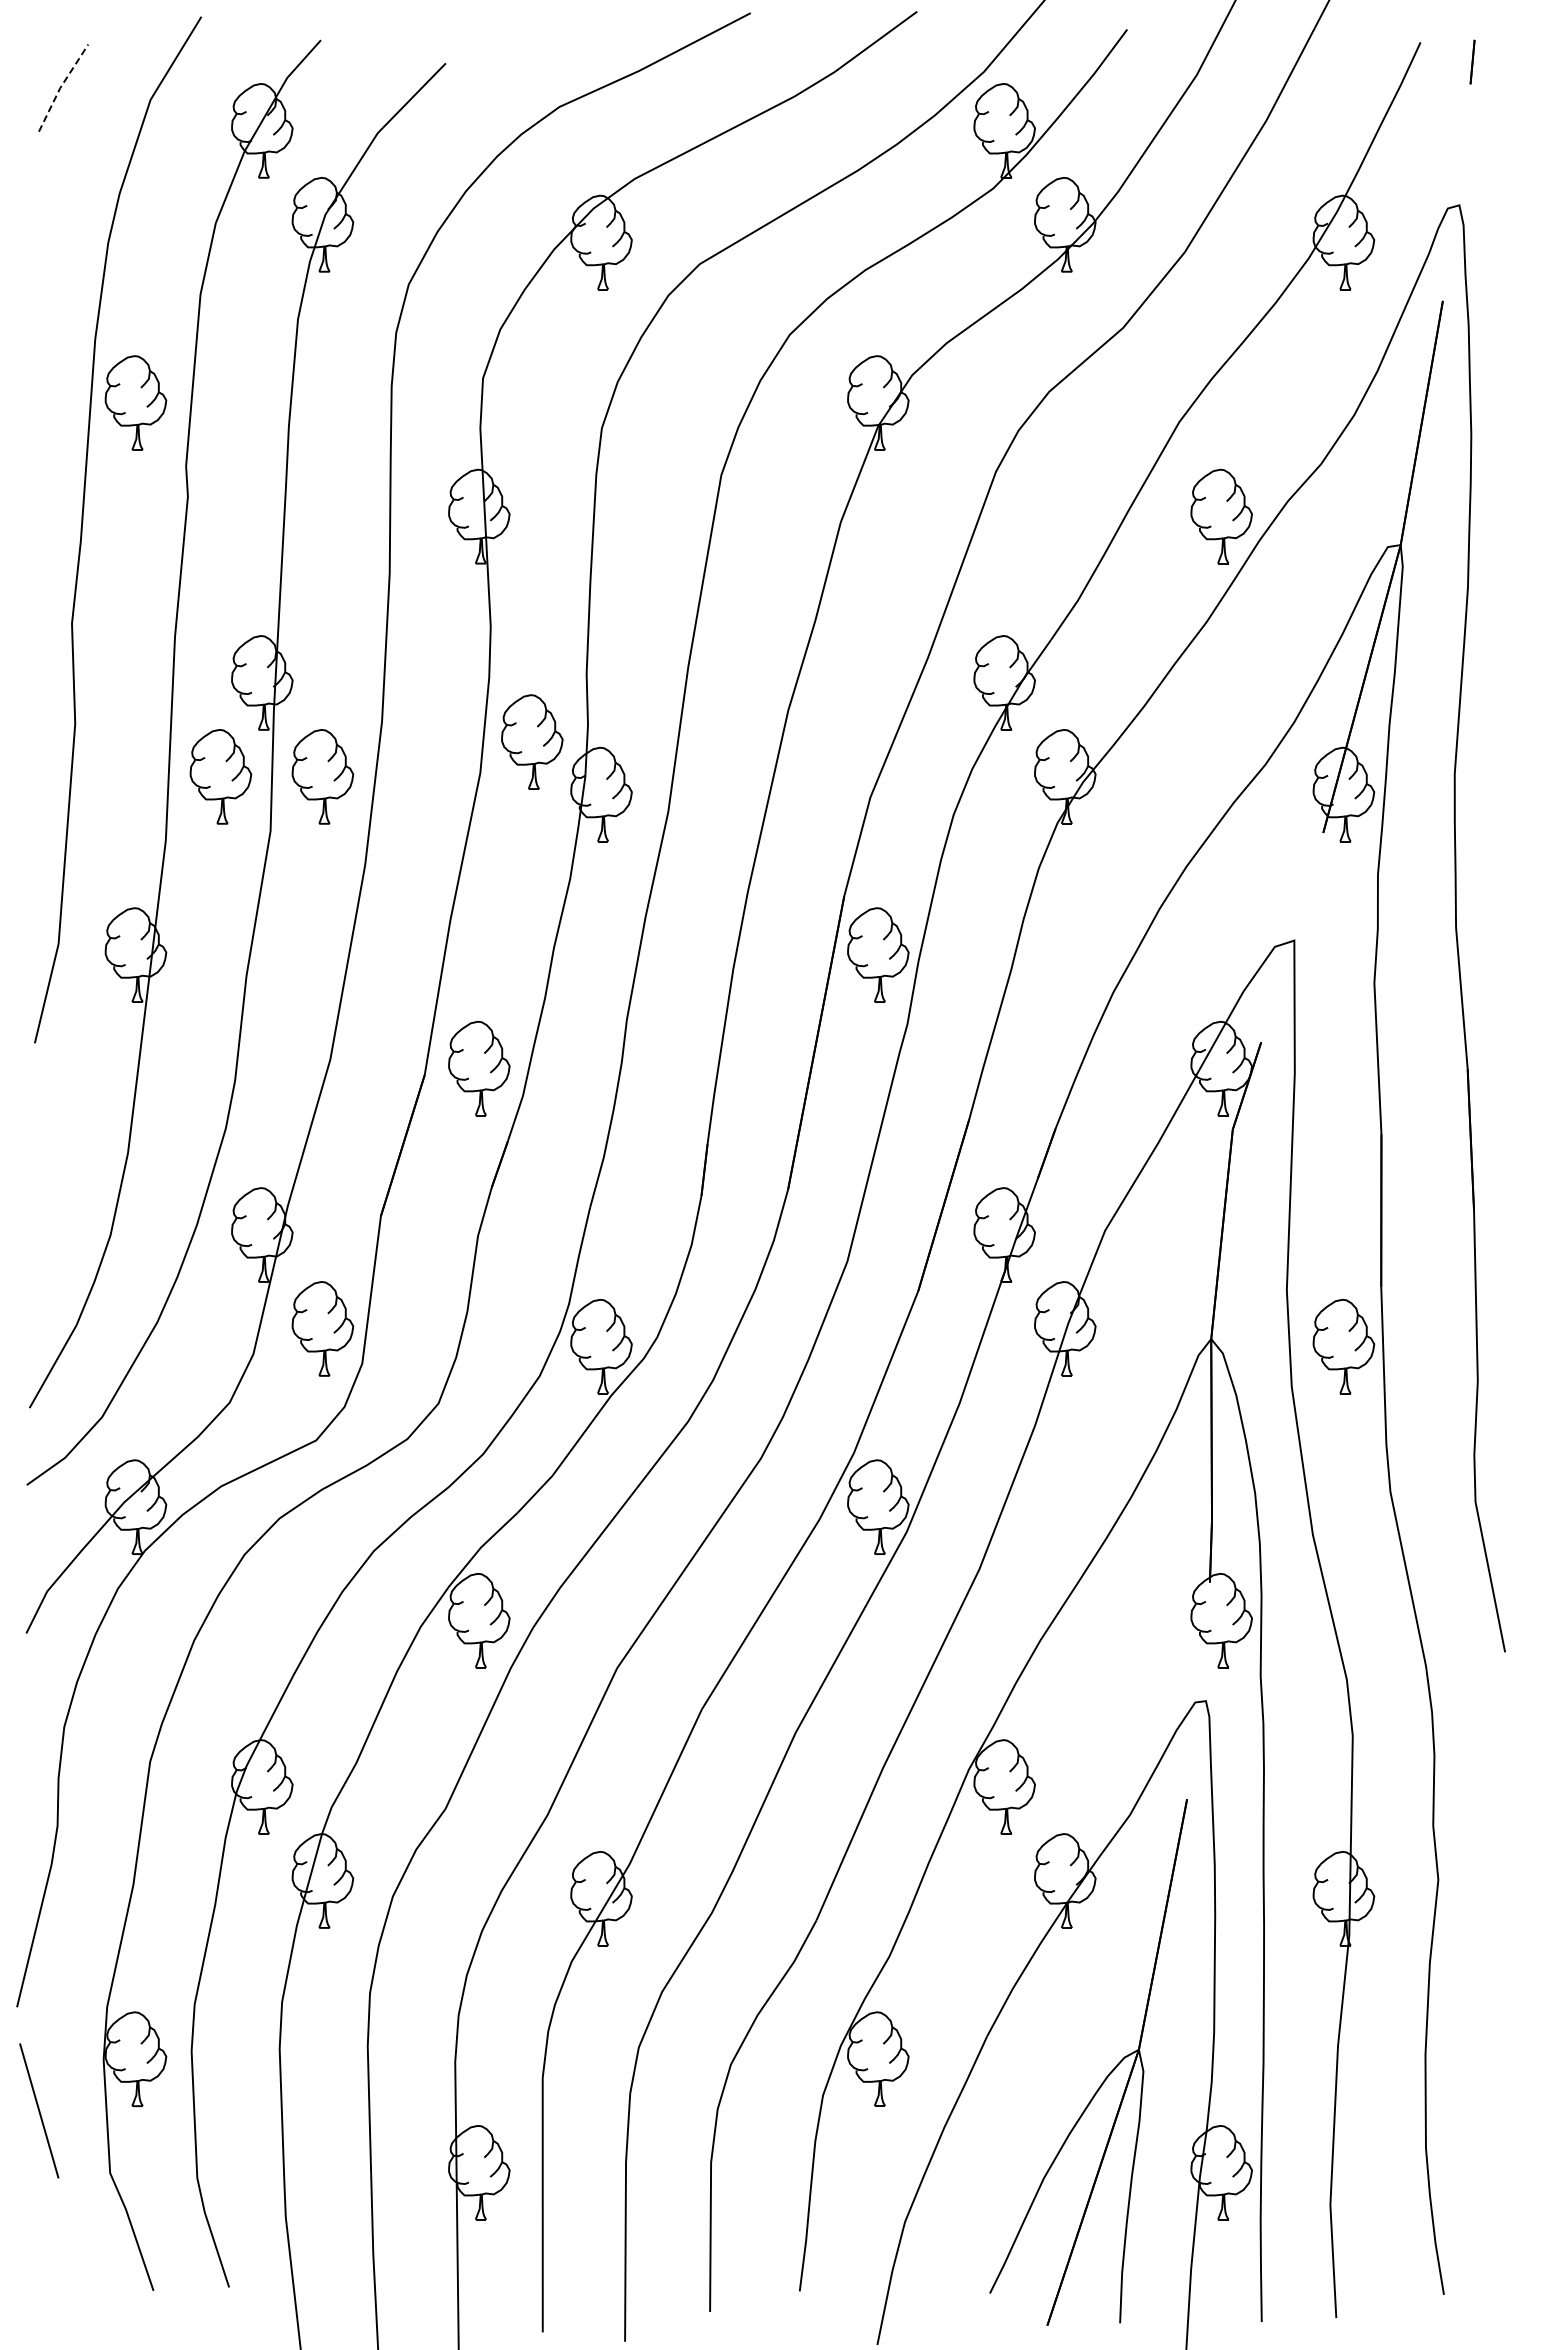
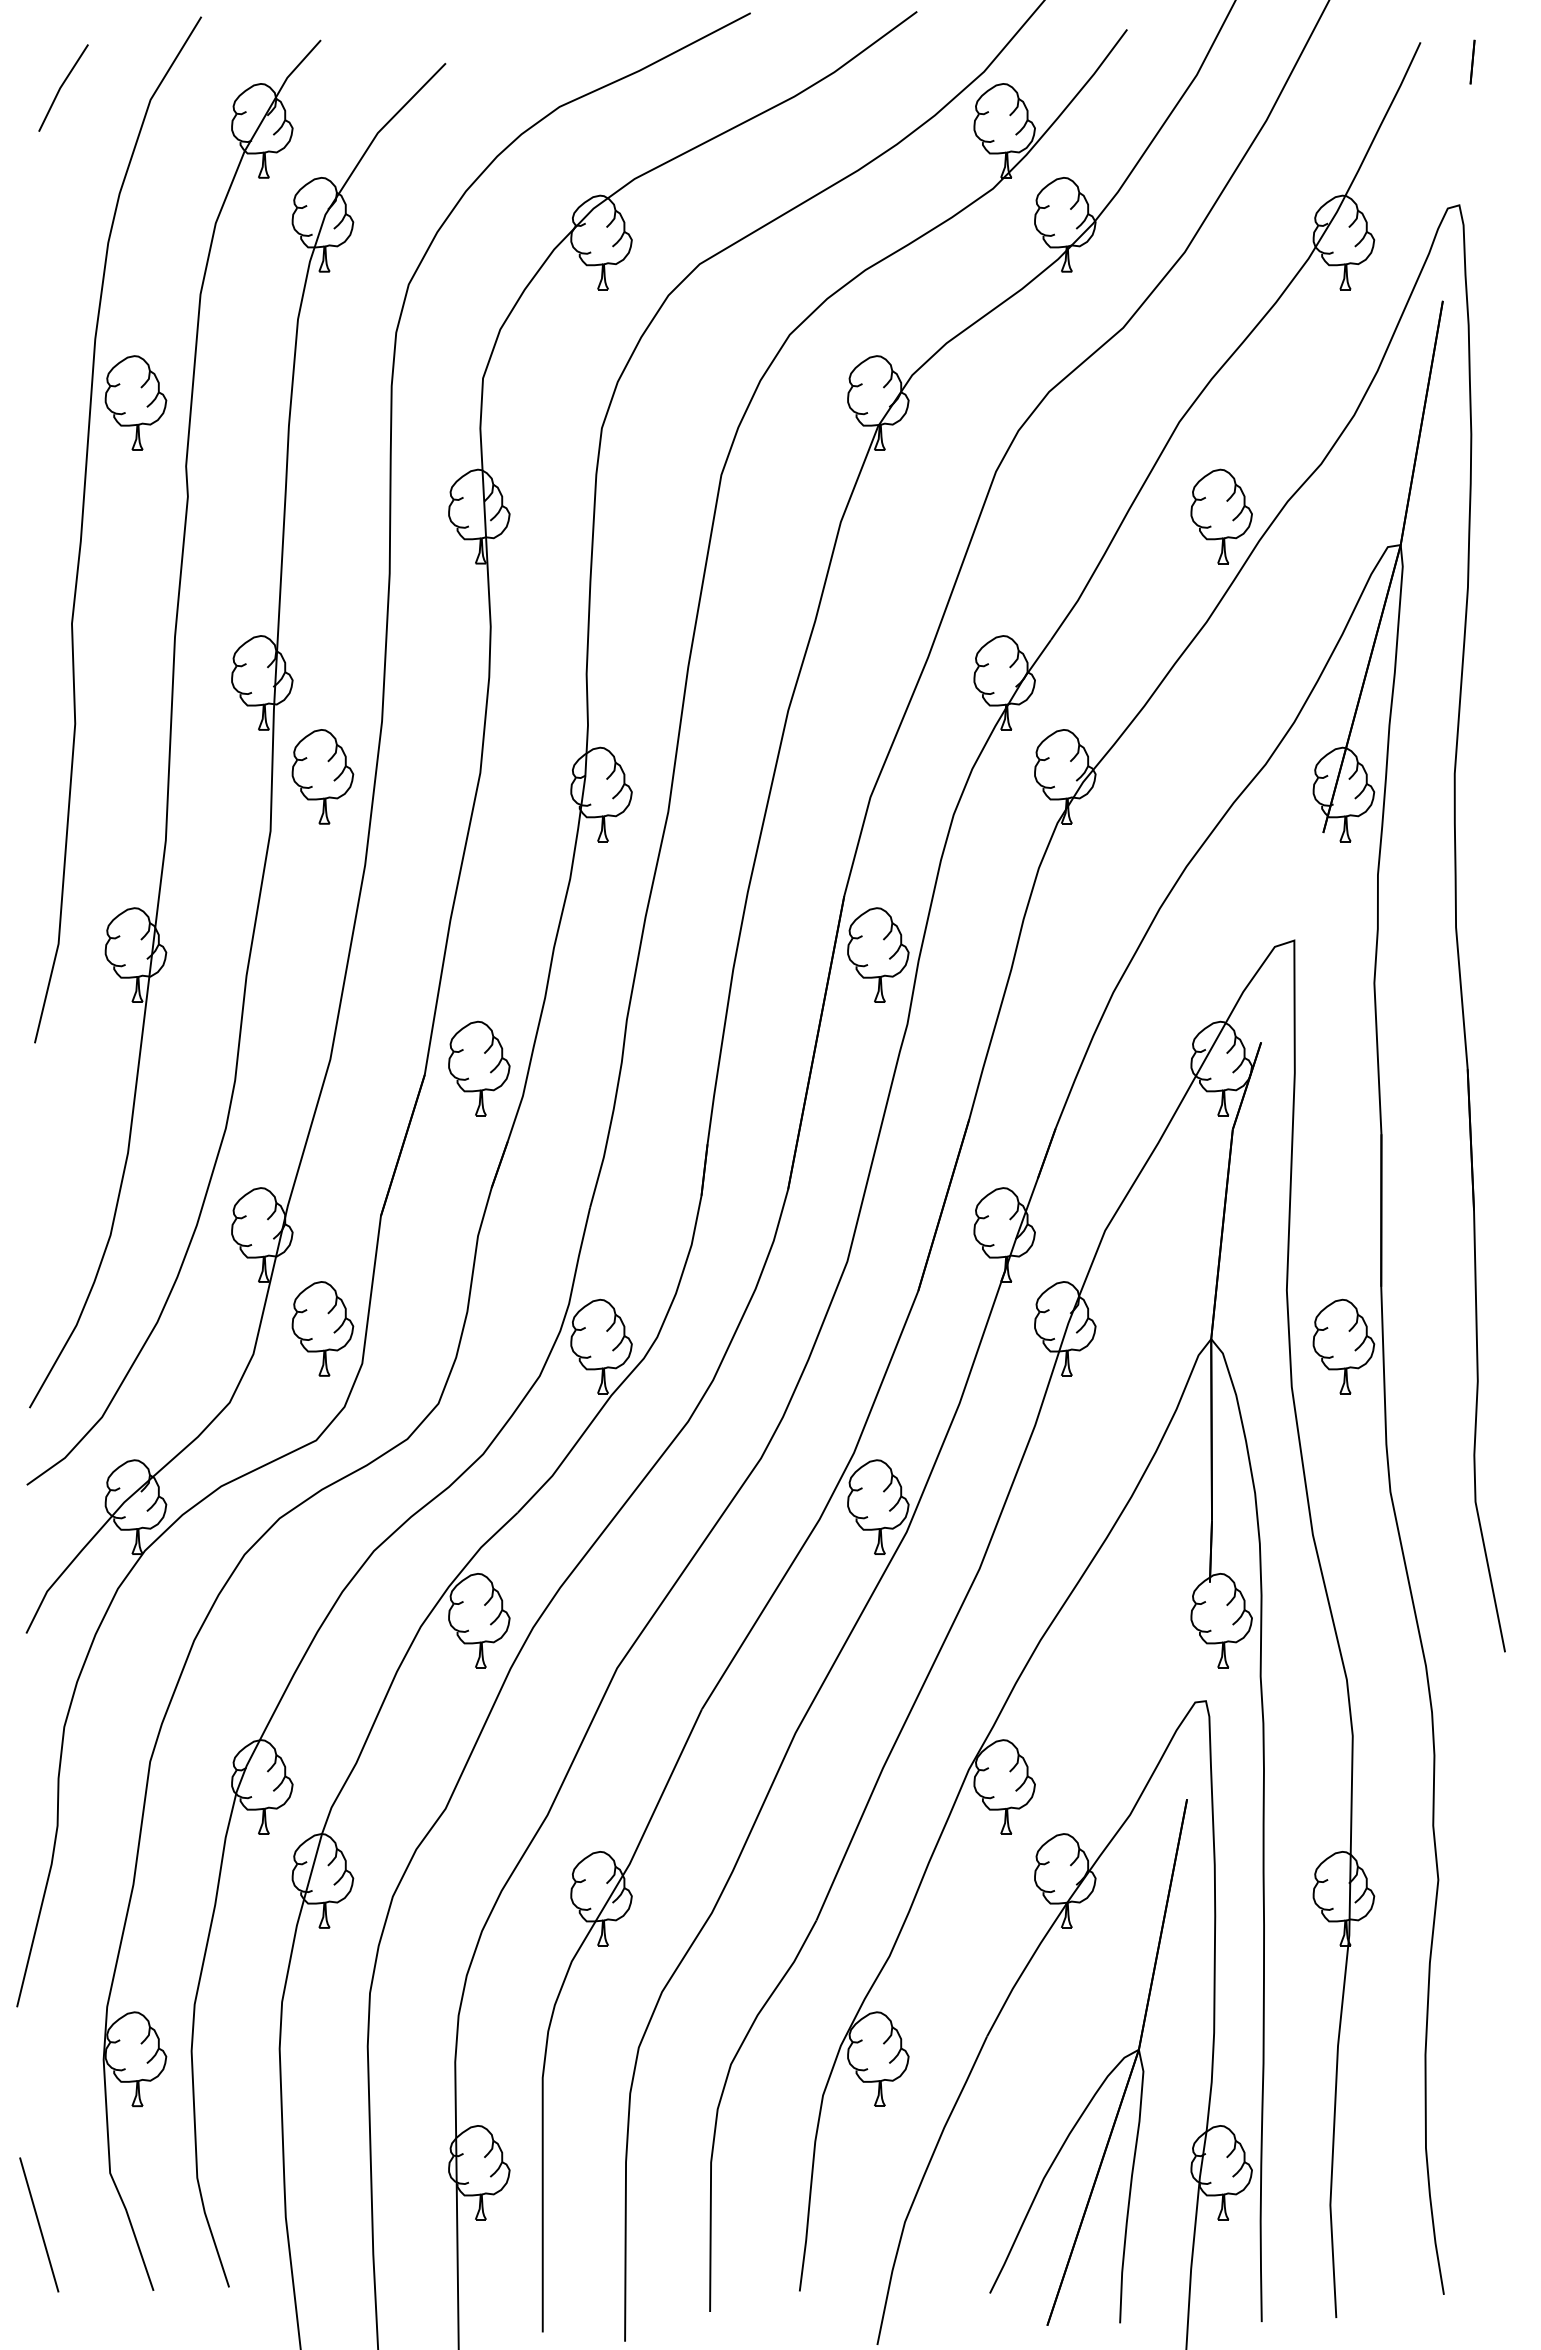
line at (60, 87): dashed -> solid
part at (532, 741): present -> none
part at (220, 776): present -> none
line at (39, 2110) position: (39, 2110) -> (39, 2224)
